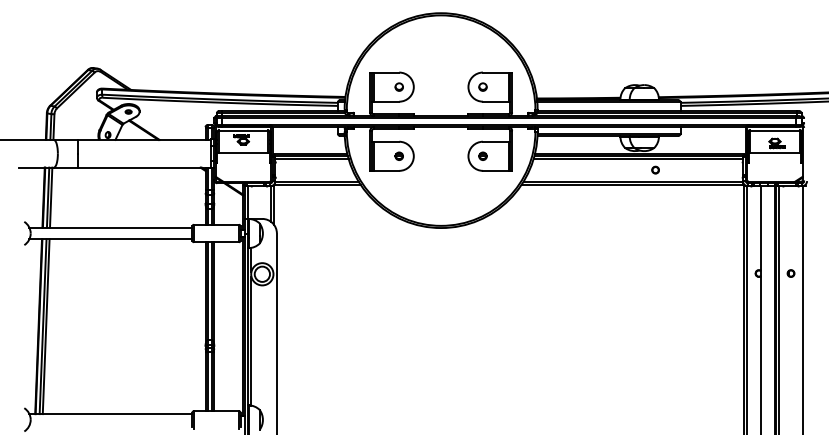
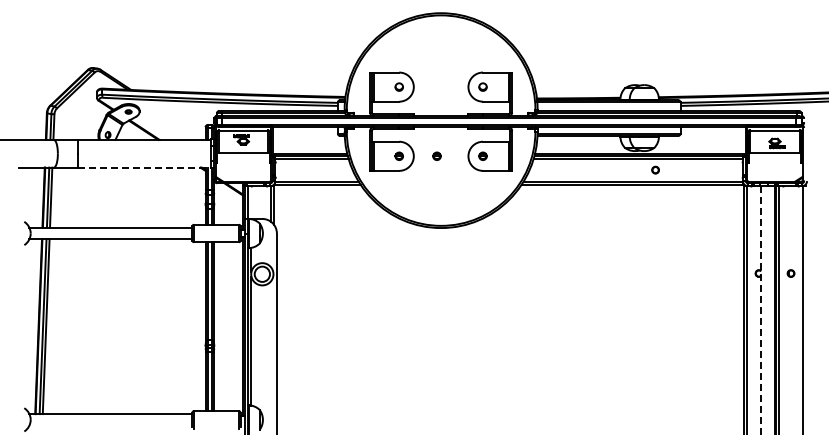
part at (436, 155): none -> present
line at (144, 167): solid -> dashed
line at (761, 311): solid -> dashed
